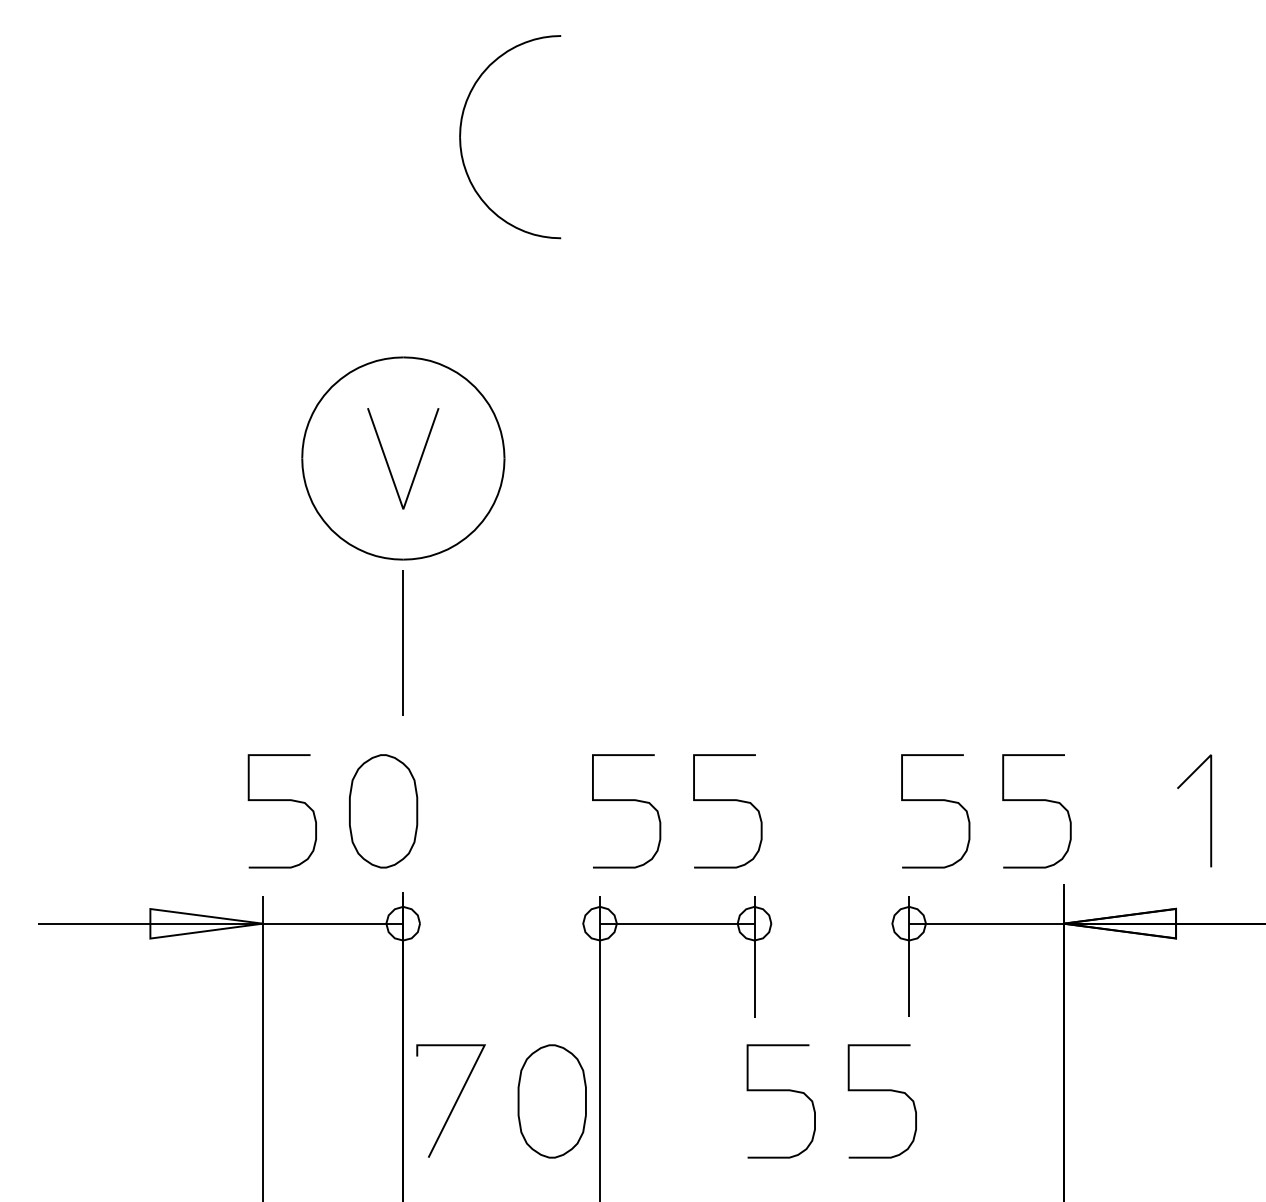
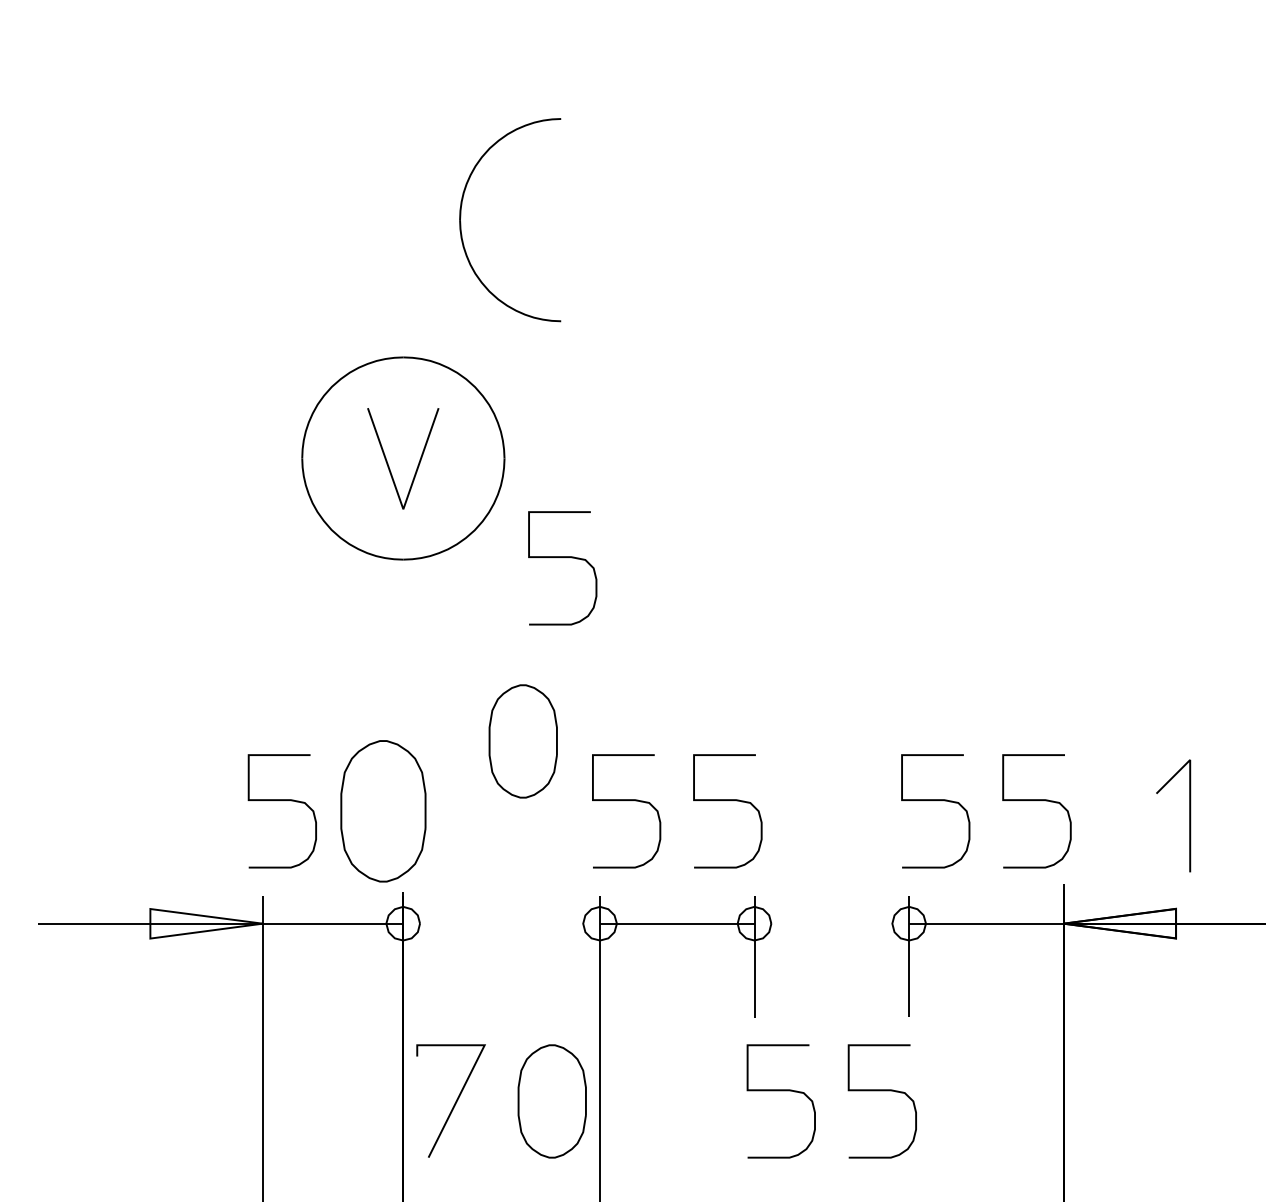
part at (461, 139) position: (461, 139) -> (461, 222)
curve at (562, 557): none -> present
line at (402, 642): present -> none
part at (522, 741): none -> present
curve at (1210, 810) position: (1210, 810) -> (1189, 815)
part at (383, 811) size: 70x115 px -> 87x143 px
